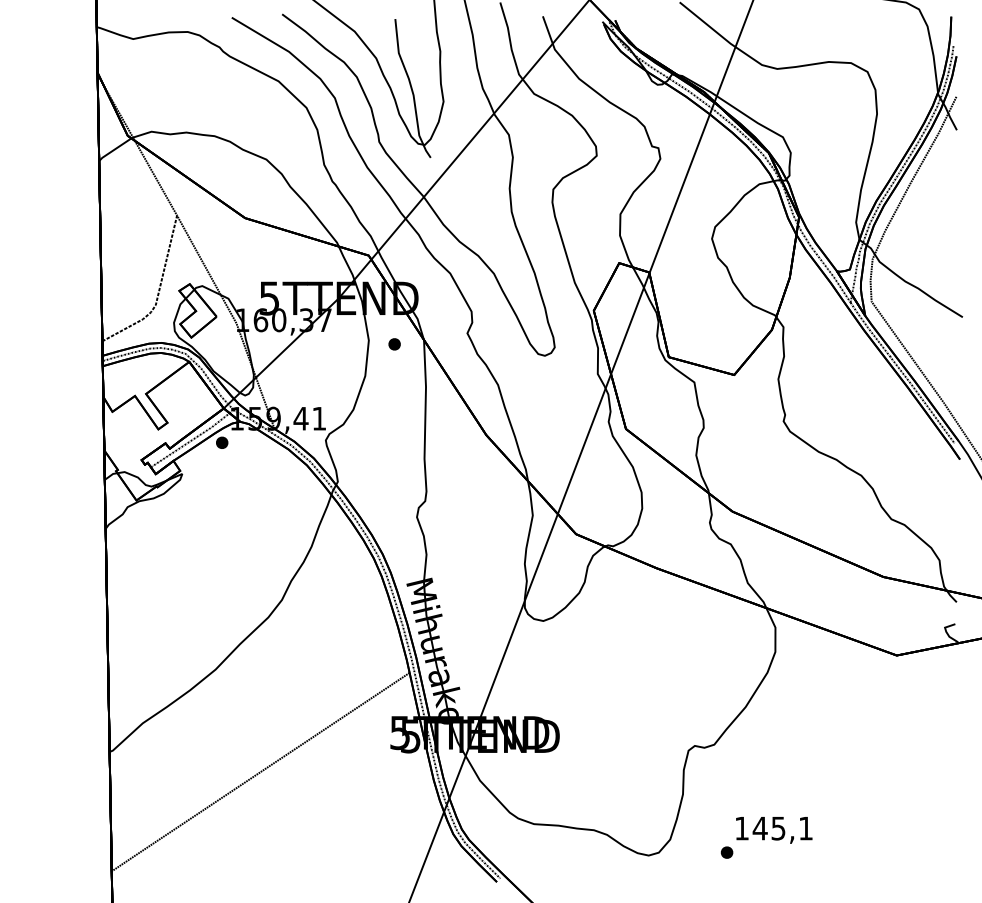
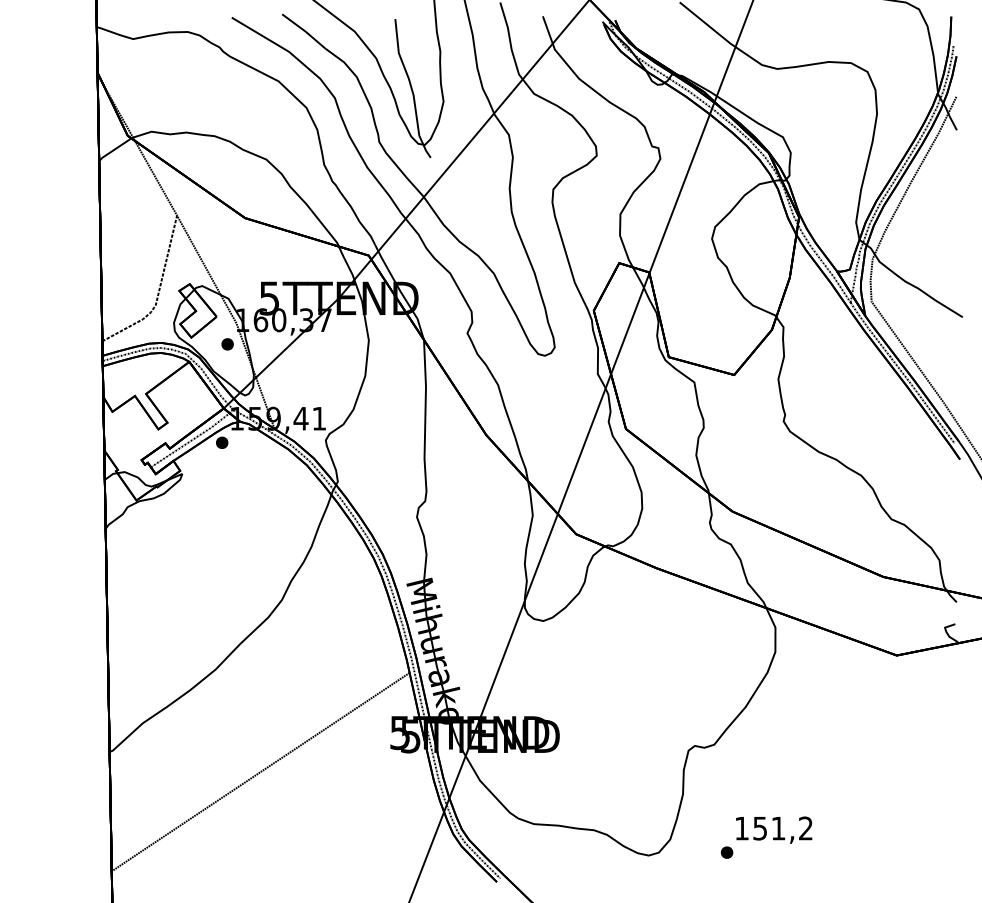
part at (394, 344) position: (394, 344) -> (227, 344)
text at (782, 828): 145,1 -> 151,2
